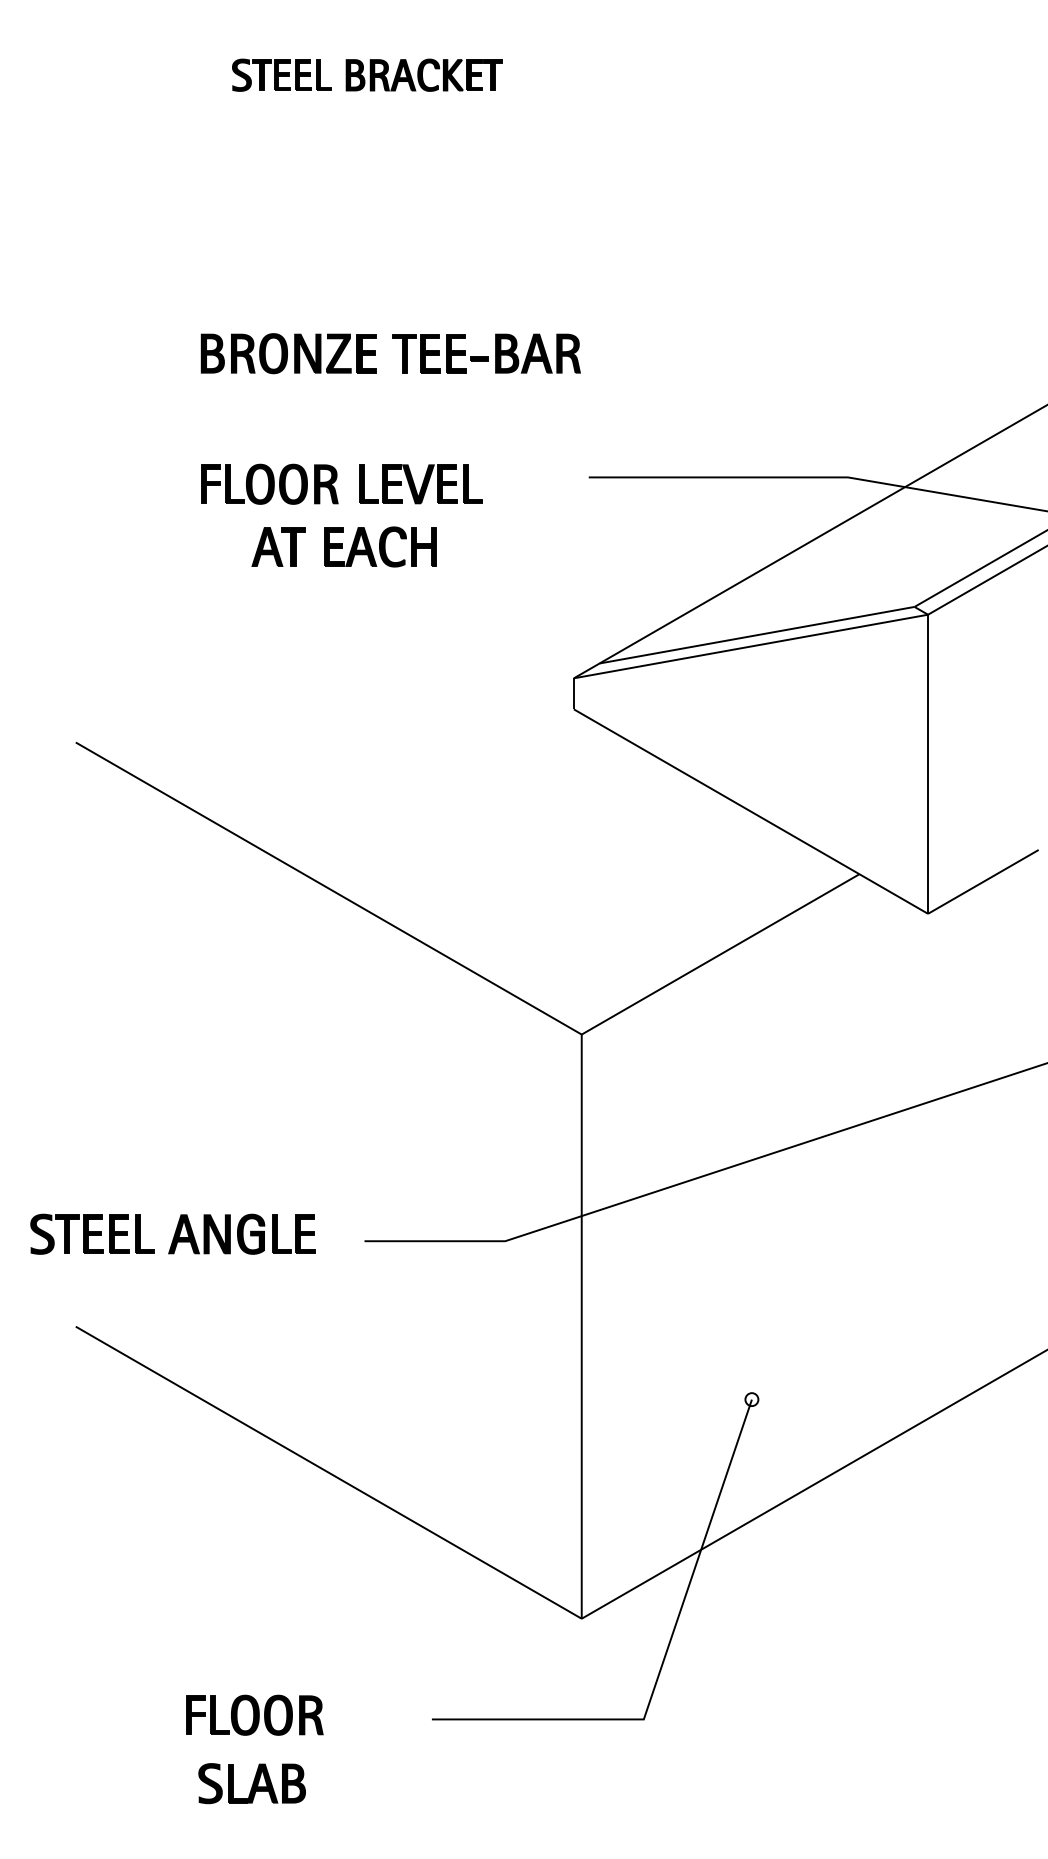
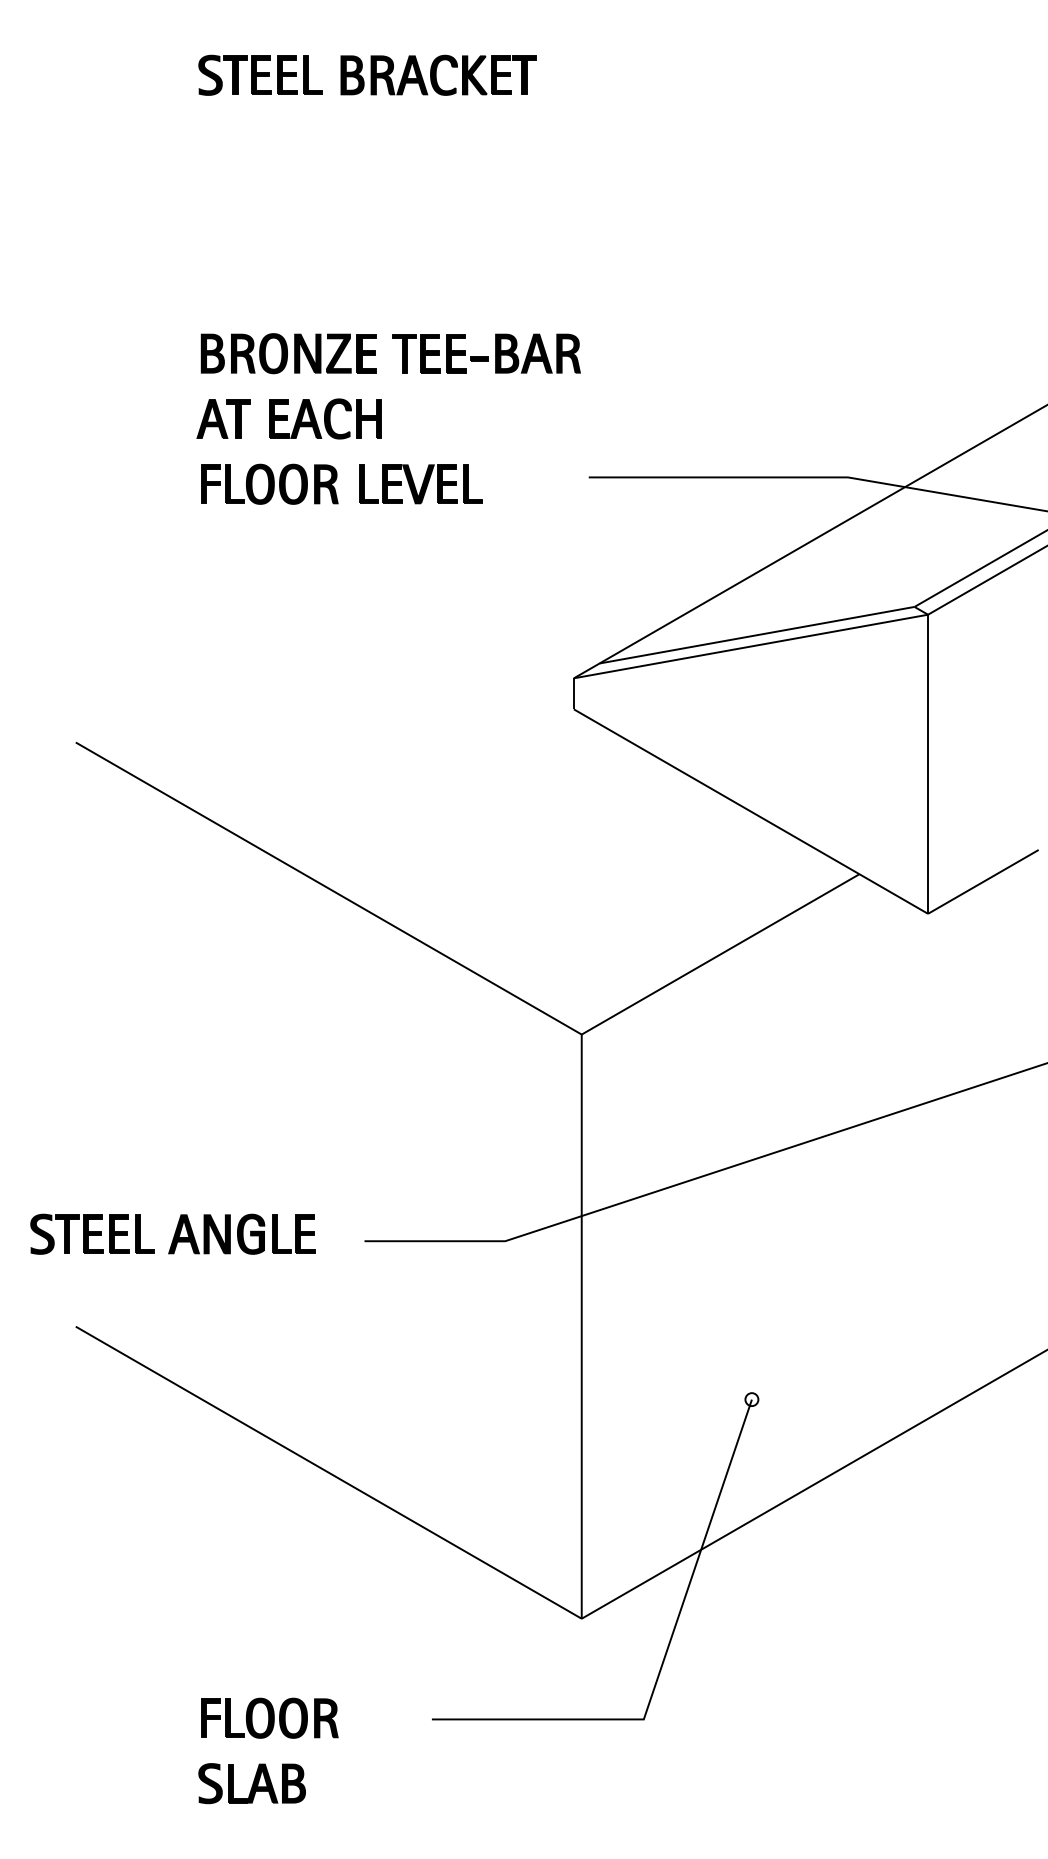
part at (367, 74) size: 271x34 px -> 339x42 px
part at (343, 546) position: (343, 546) -> (288, 418)
part at (254, 1714) position: (254, 1714) -> (269, 1717)
